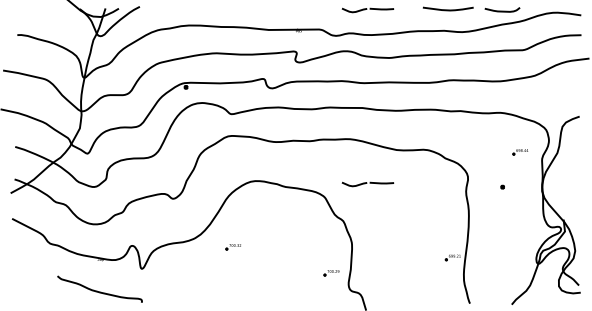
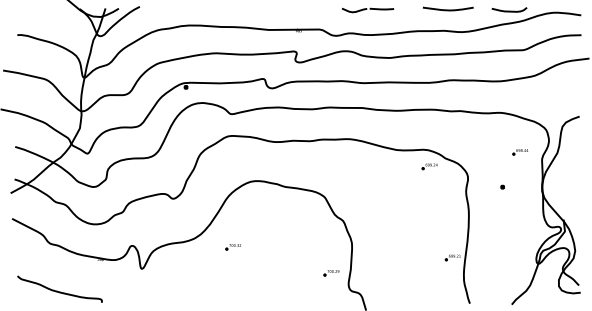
curve at (502, 10) position: (502, 10) -> (509, 10)
part at (429, 166): none -> present
part at (367, 184): present -> none
curve at (97, 290) position: (97, 290) -> (57, 290)
